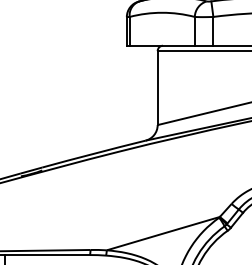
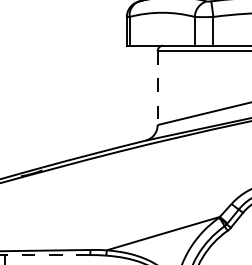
line at (157, 88): solid -> dashed
line at (47, 255): solid -> dashed
